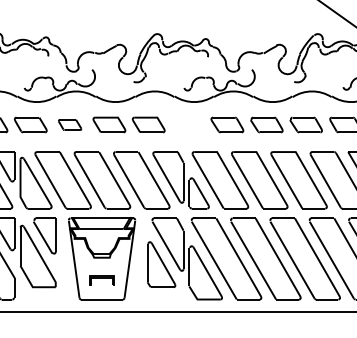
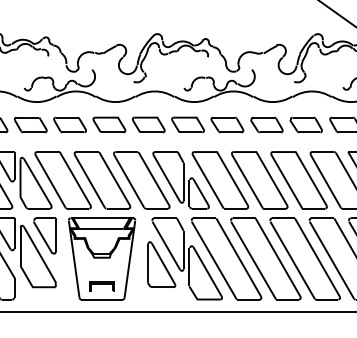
part at (70, 124) size: 25x12 px -> 34x18 px
part at (187, 124): none -> present
part at (101, 280) position: (101, 280) -> (101, 286)
